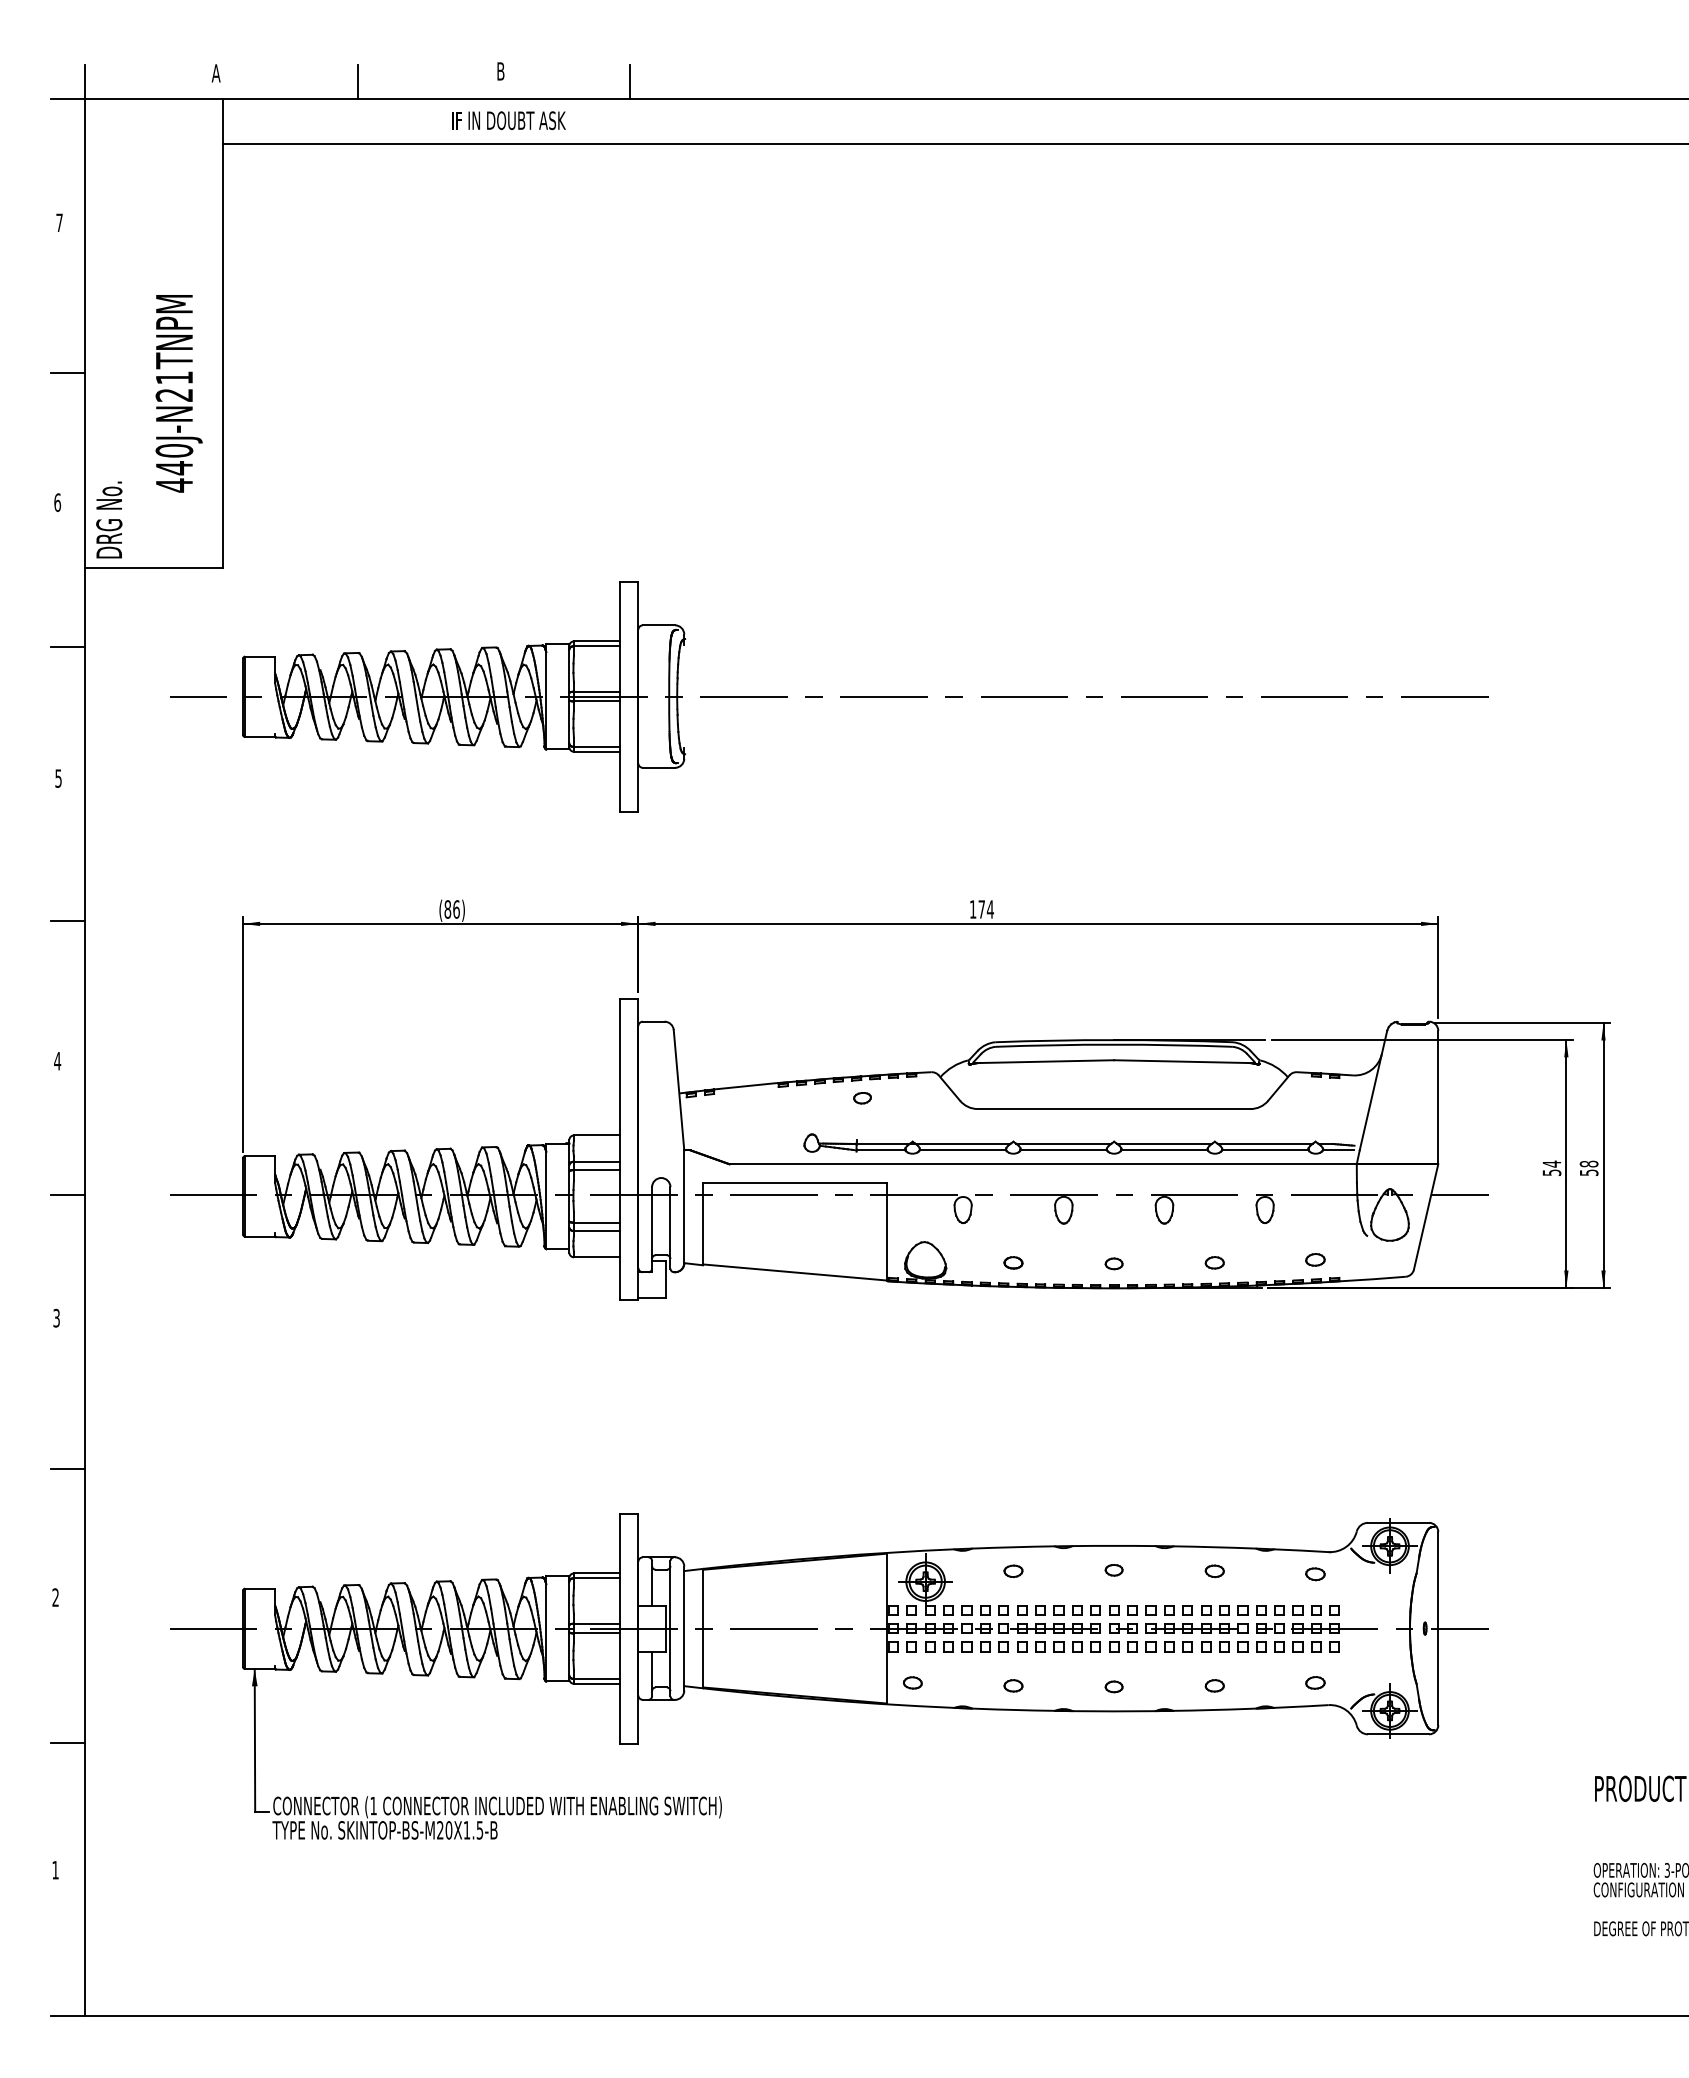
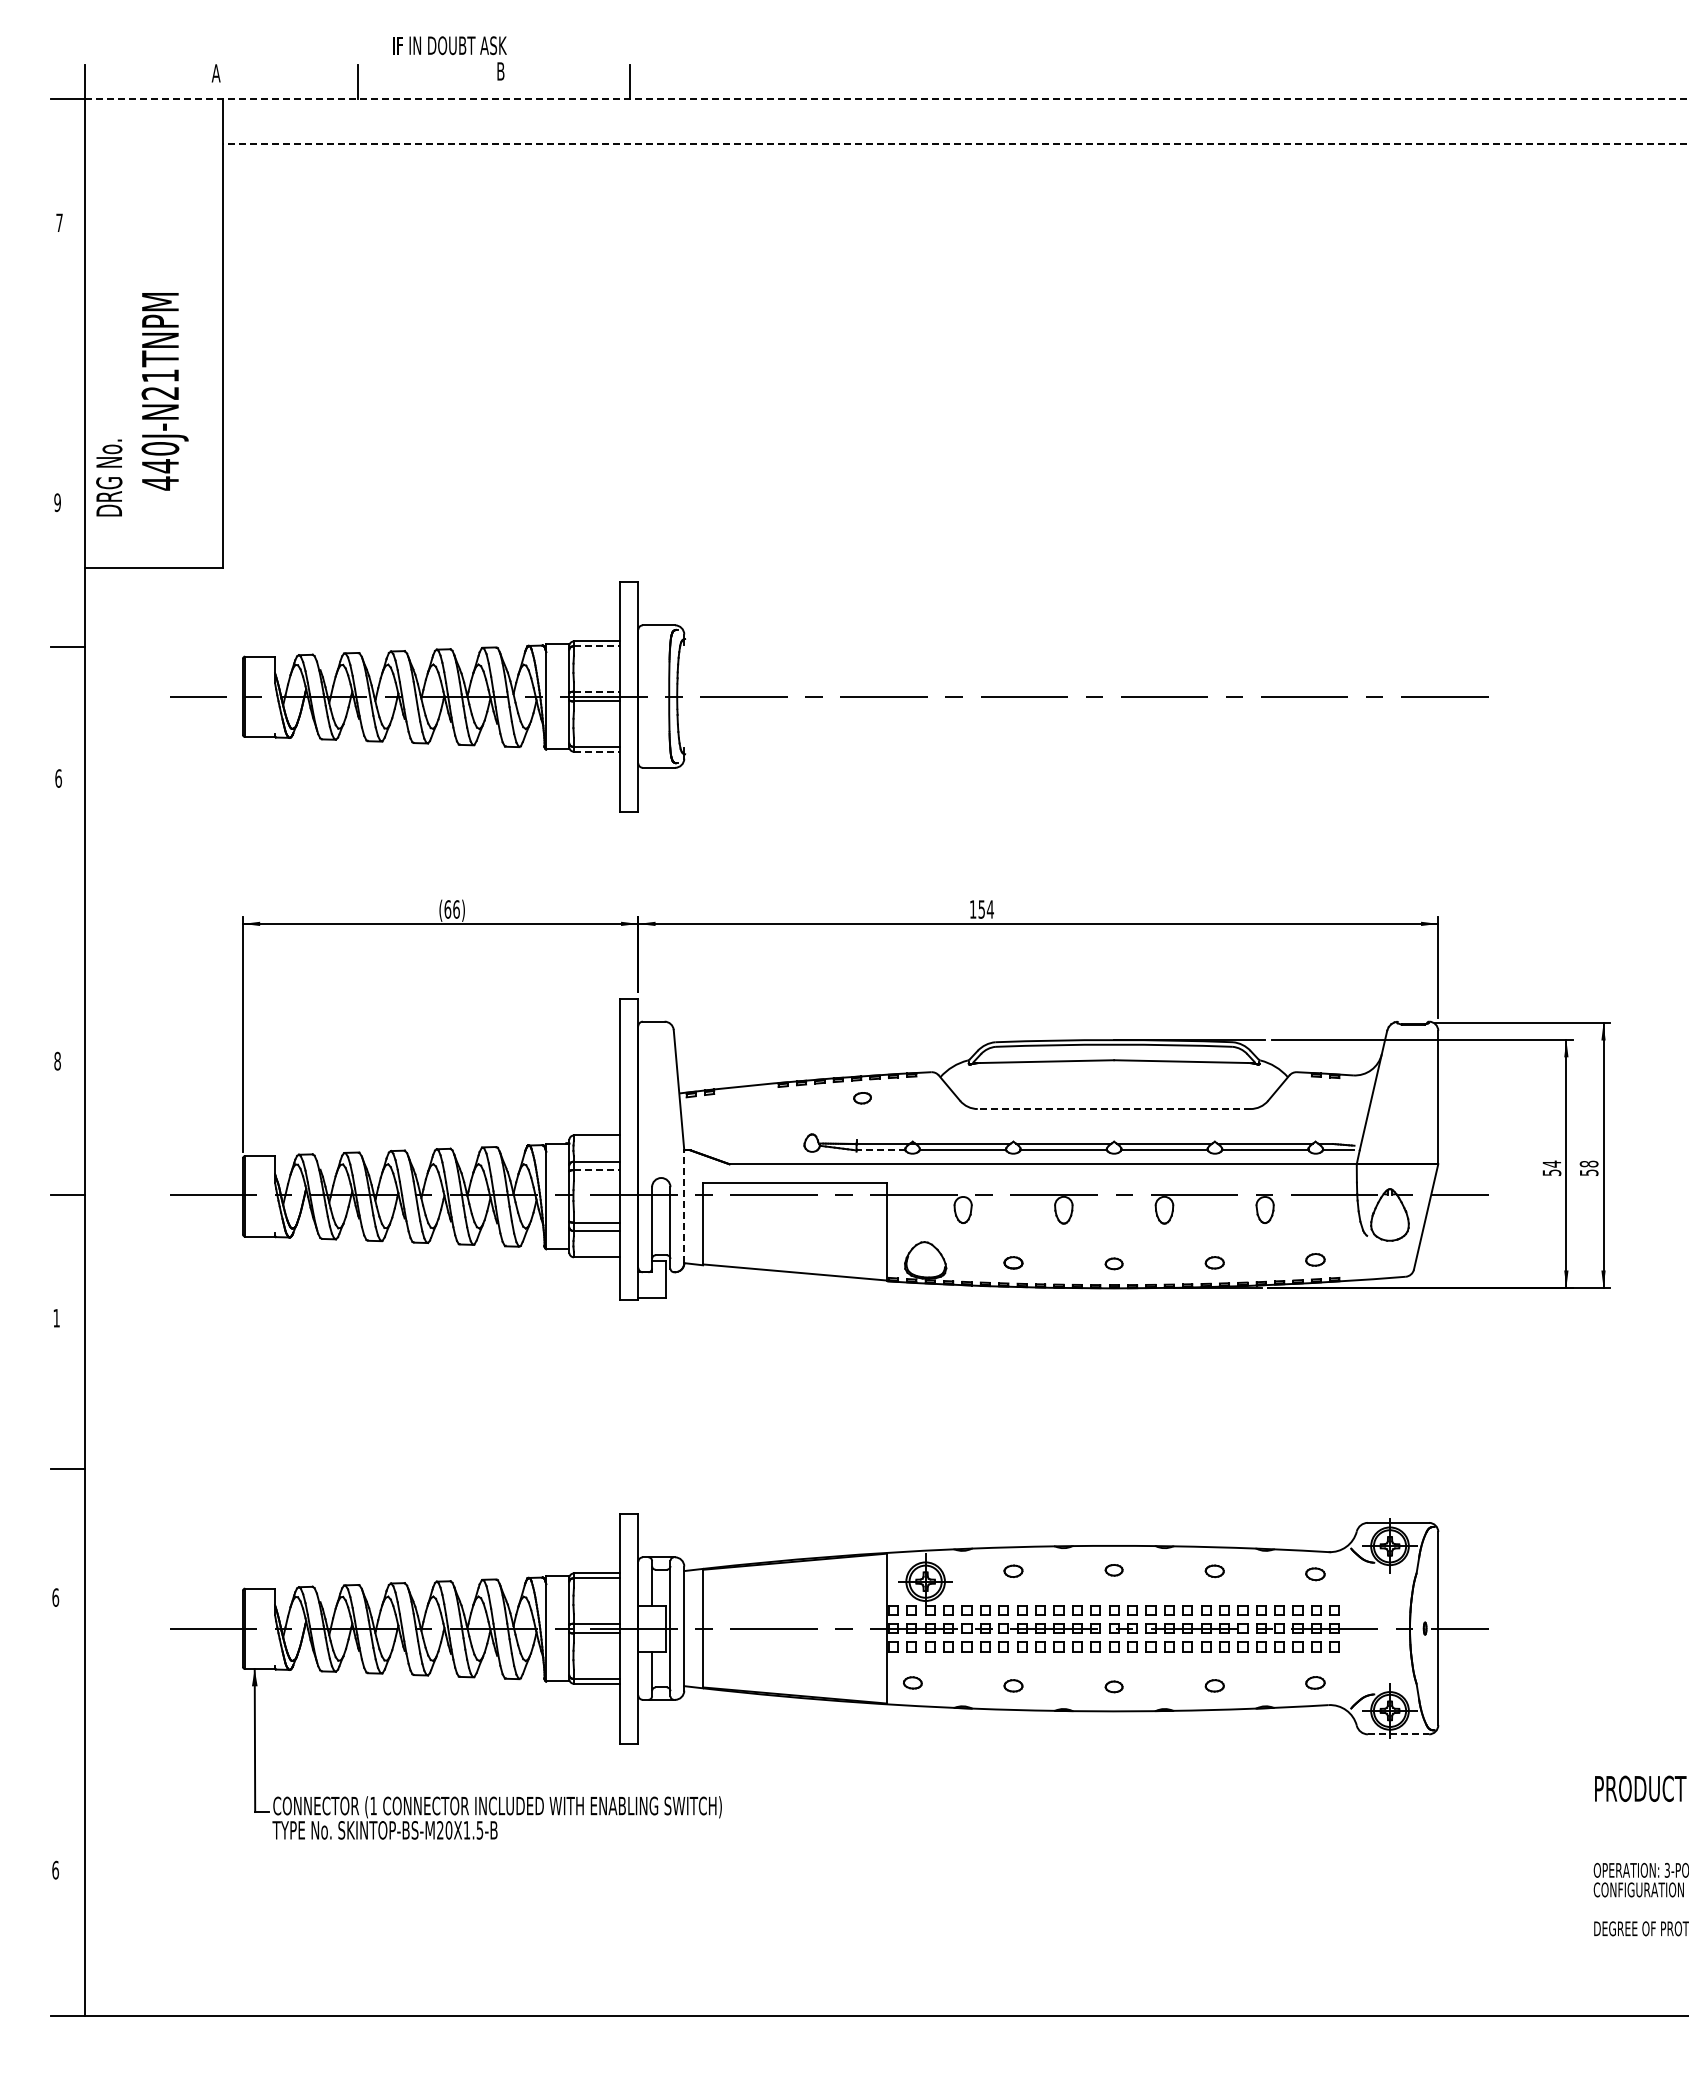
line at (887, 99): solid -> dashed
text at (508, 120) position: (508, 120) -> (449, 45)
line at (955, 144): solid -> dashed
line at (67, 373): present -> none
text at (178, 393) position: (178, 393) -> (164, 391)
text at (57, 502): 6 -> 9
text at (109, 519) position: (109, 519) -> (109, 477)
line at (596, 646): solid -> dashed
line at (596, 691): solid -> dashed
line at (596, 751): solid -> dashed
text at (58, 778): 5 -> 6
text at (447, 909): (86) -> (66)
text at (981, 909): 174 -> 154
line at (67, 921): present -> none
text at (57, 1060): 4 -> 8
line at (1113, 1109): solid -> dashed
line at (880, 1150): solid -> dashed
line at (596, 1170): solid -> dashed
line at (684, 1206): solid -> dashed
text at (56, 1317): 3 -> 1
text at (55, 1597): 2 -> 6
line at (1398, 1734): solid -> dashed
line at (67, 1742): present -> none
text at (55, 1869): 1 -> 6
